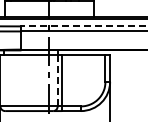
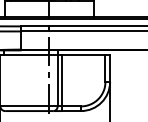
line at (84, 26): dashed -> solid
line at (57, 80): dashed -> solid
